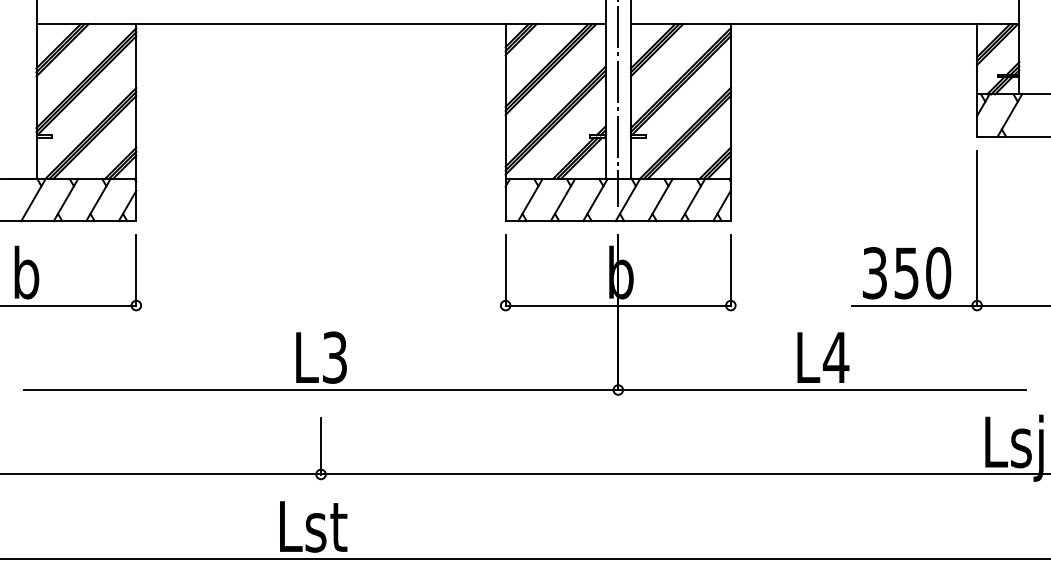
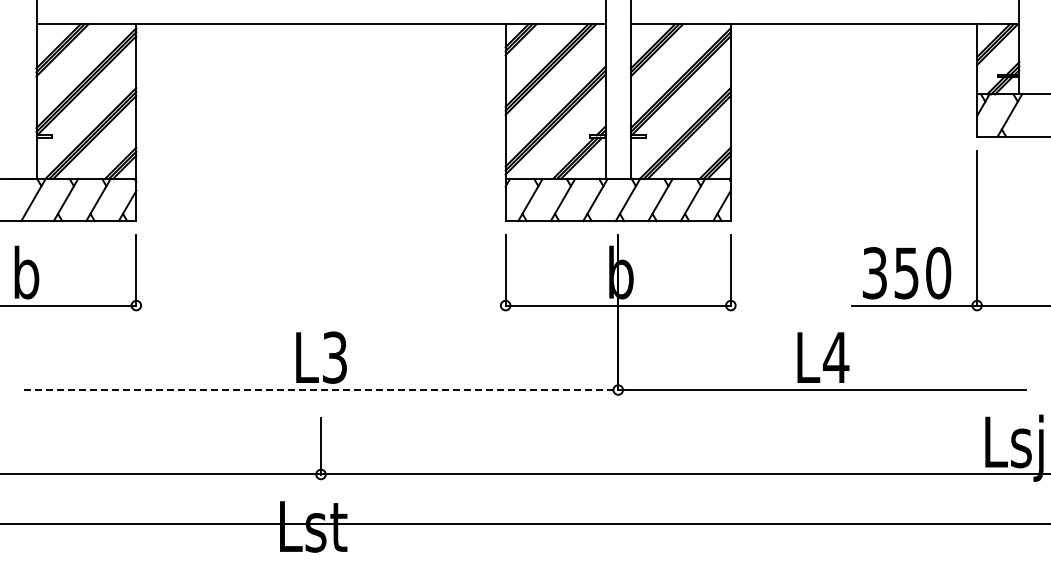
line at (618, 104): present -> none
line at (321, 390): solid -> dashed
line at (524, 558) position: (524, 558) -> (524, 523)
